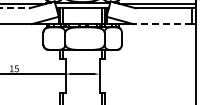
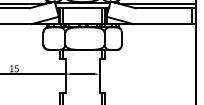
line at (15, 8): dashed -> solid
line at (162, 24): dashed -> solid
